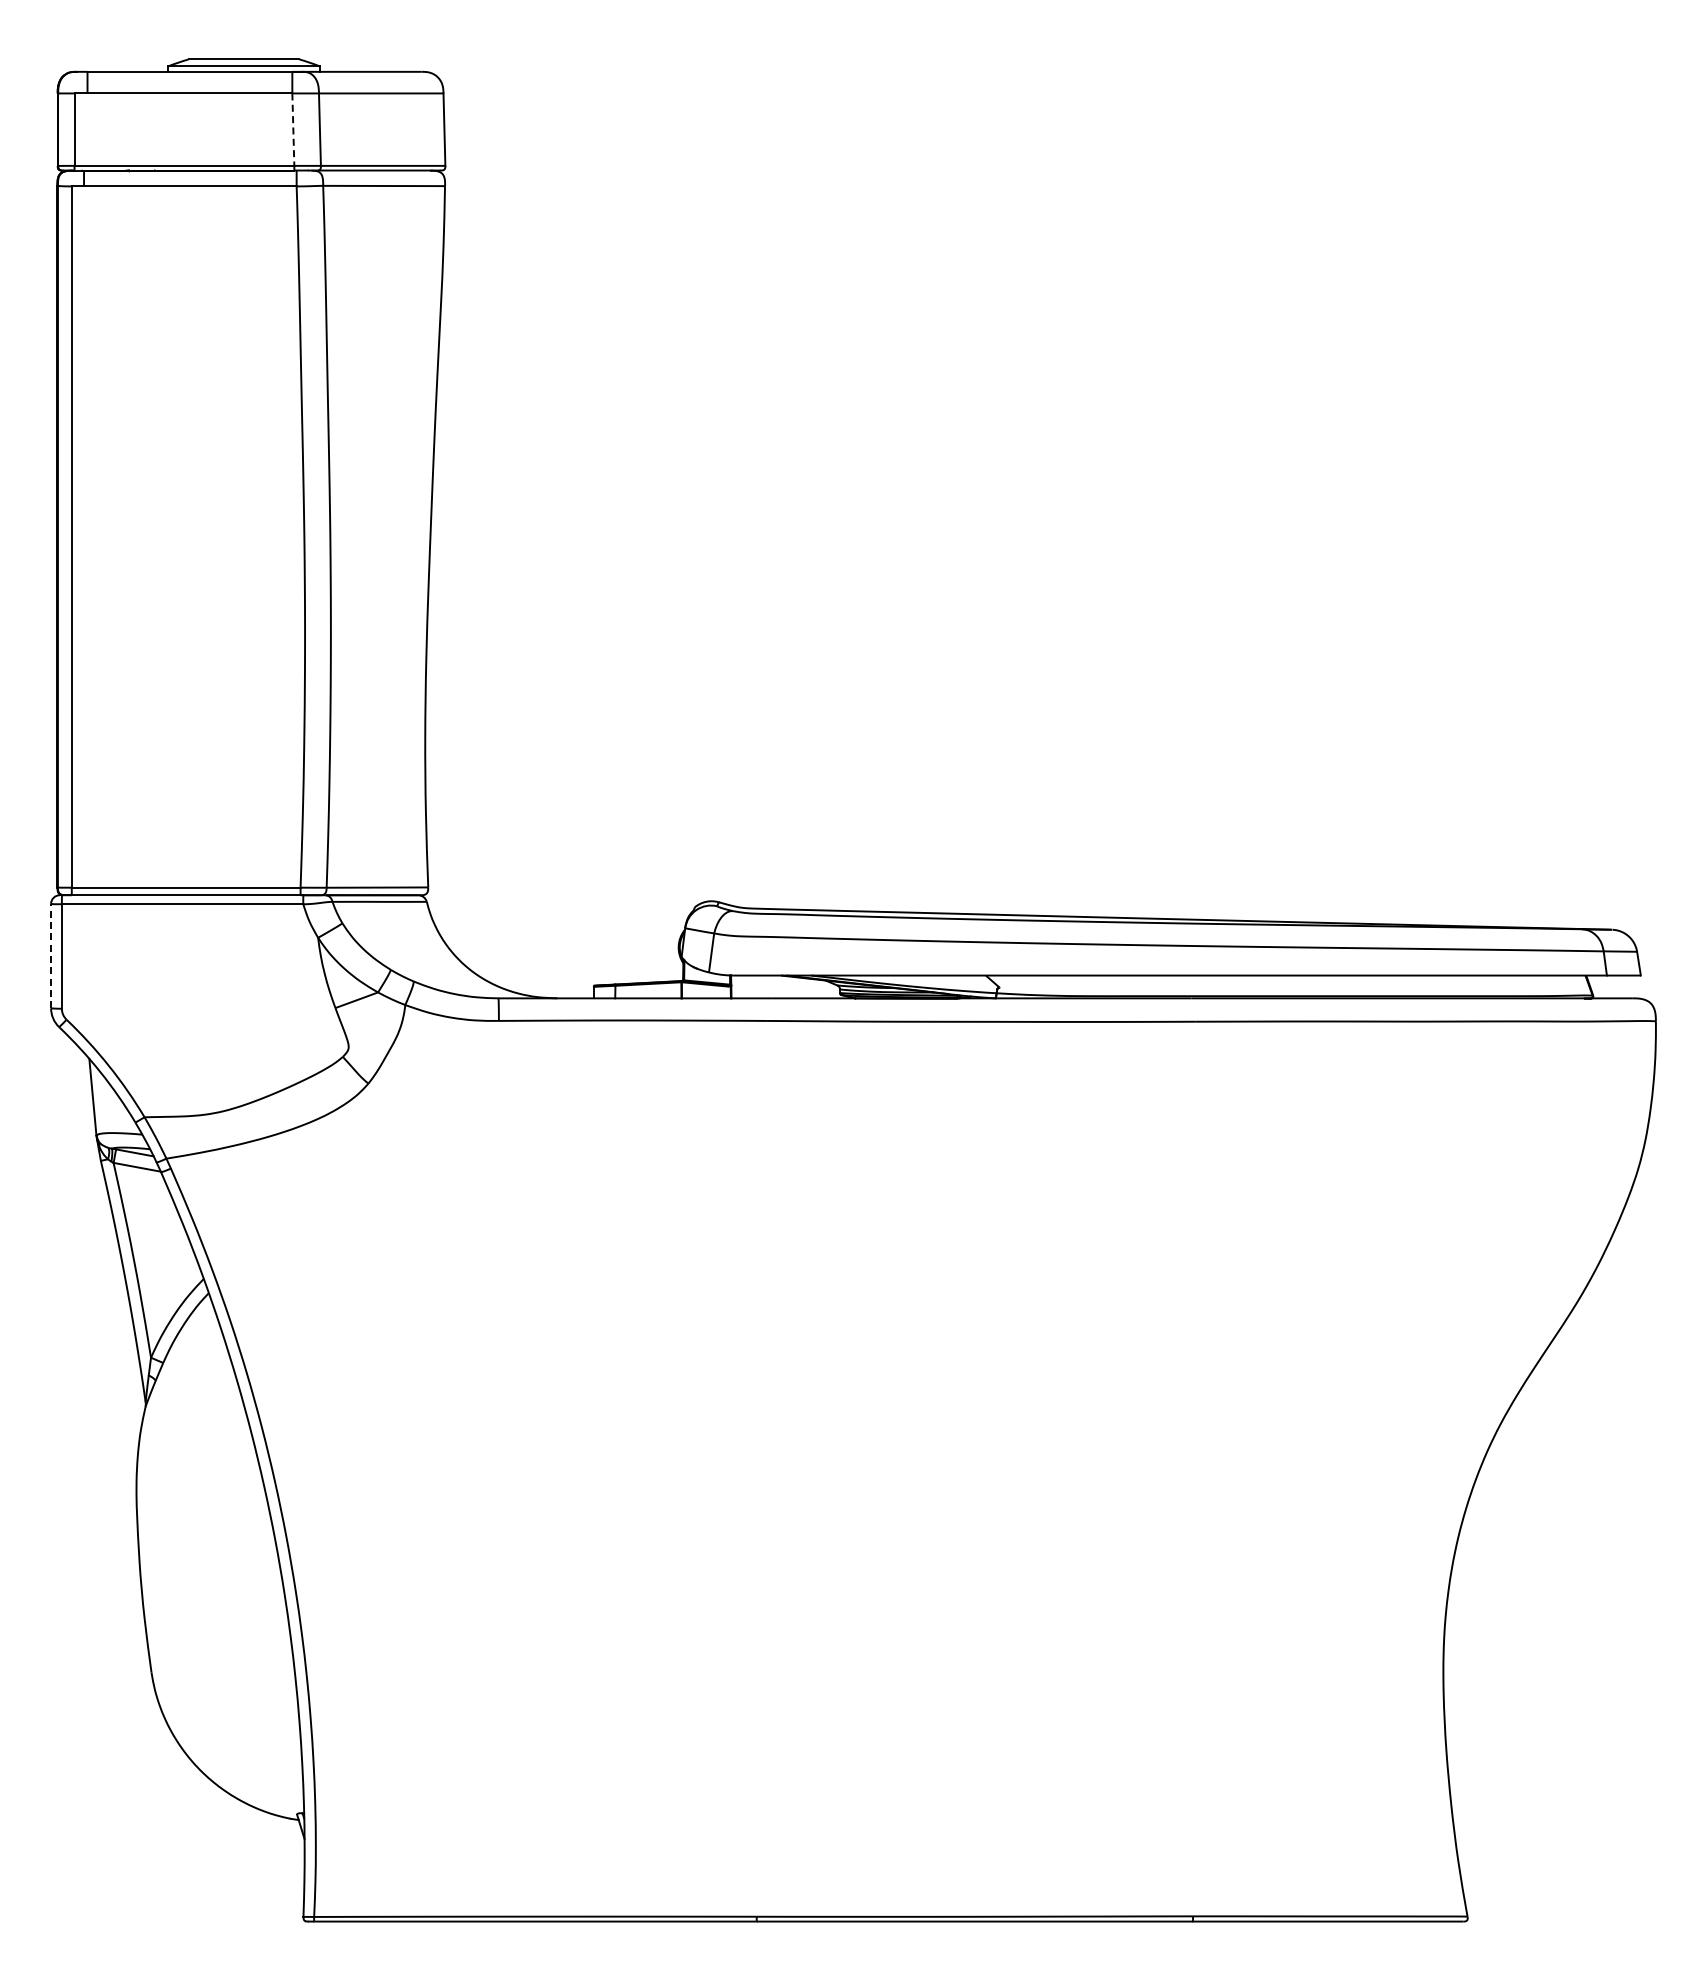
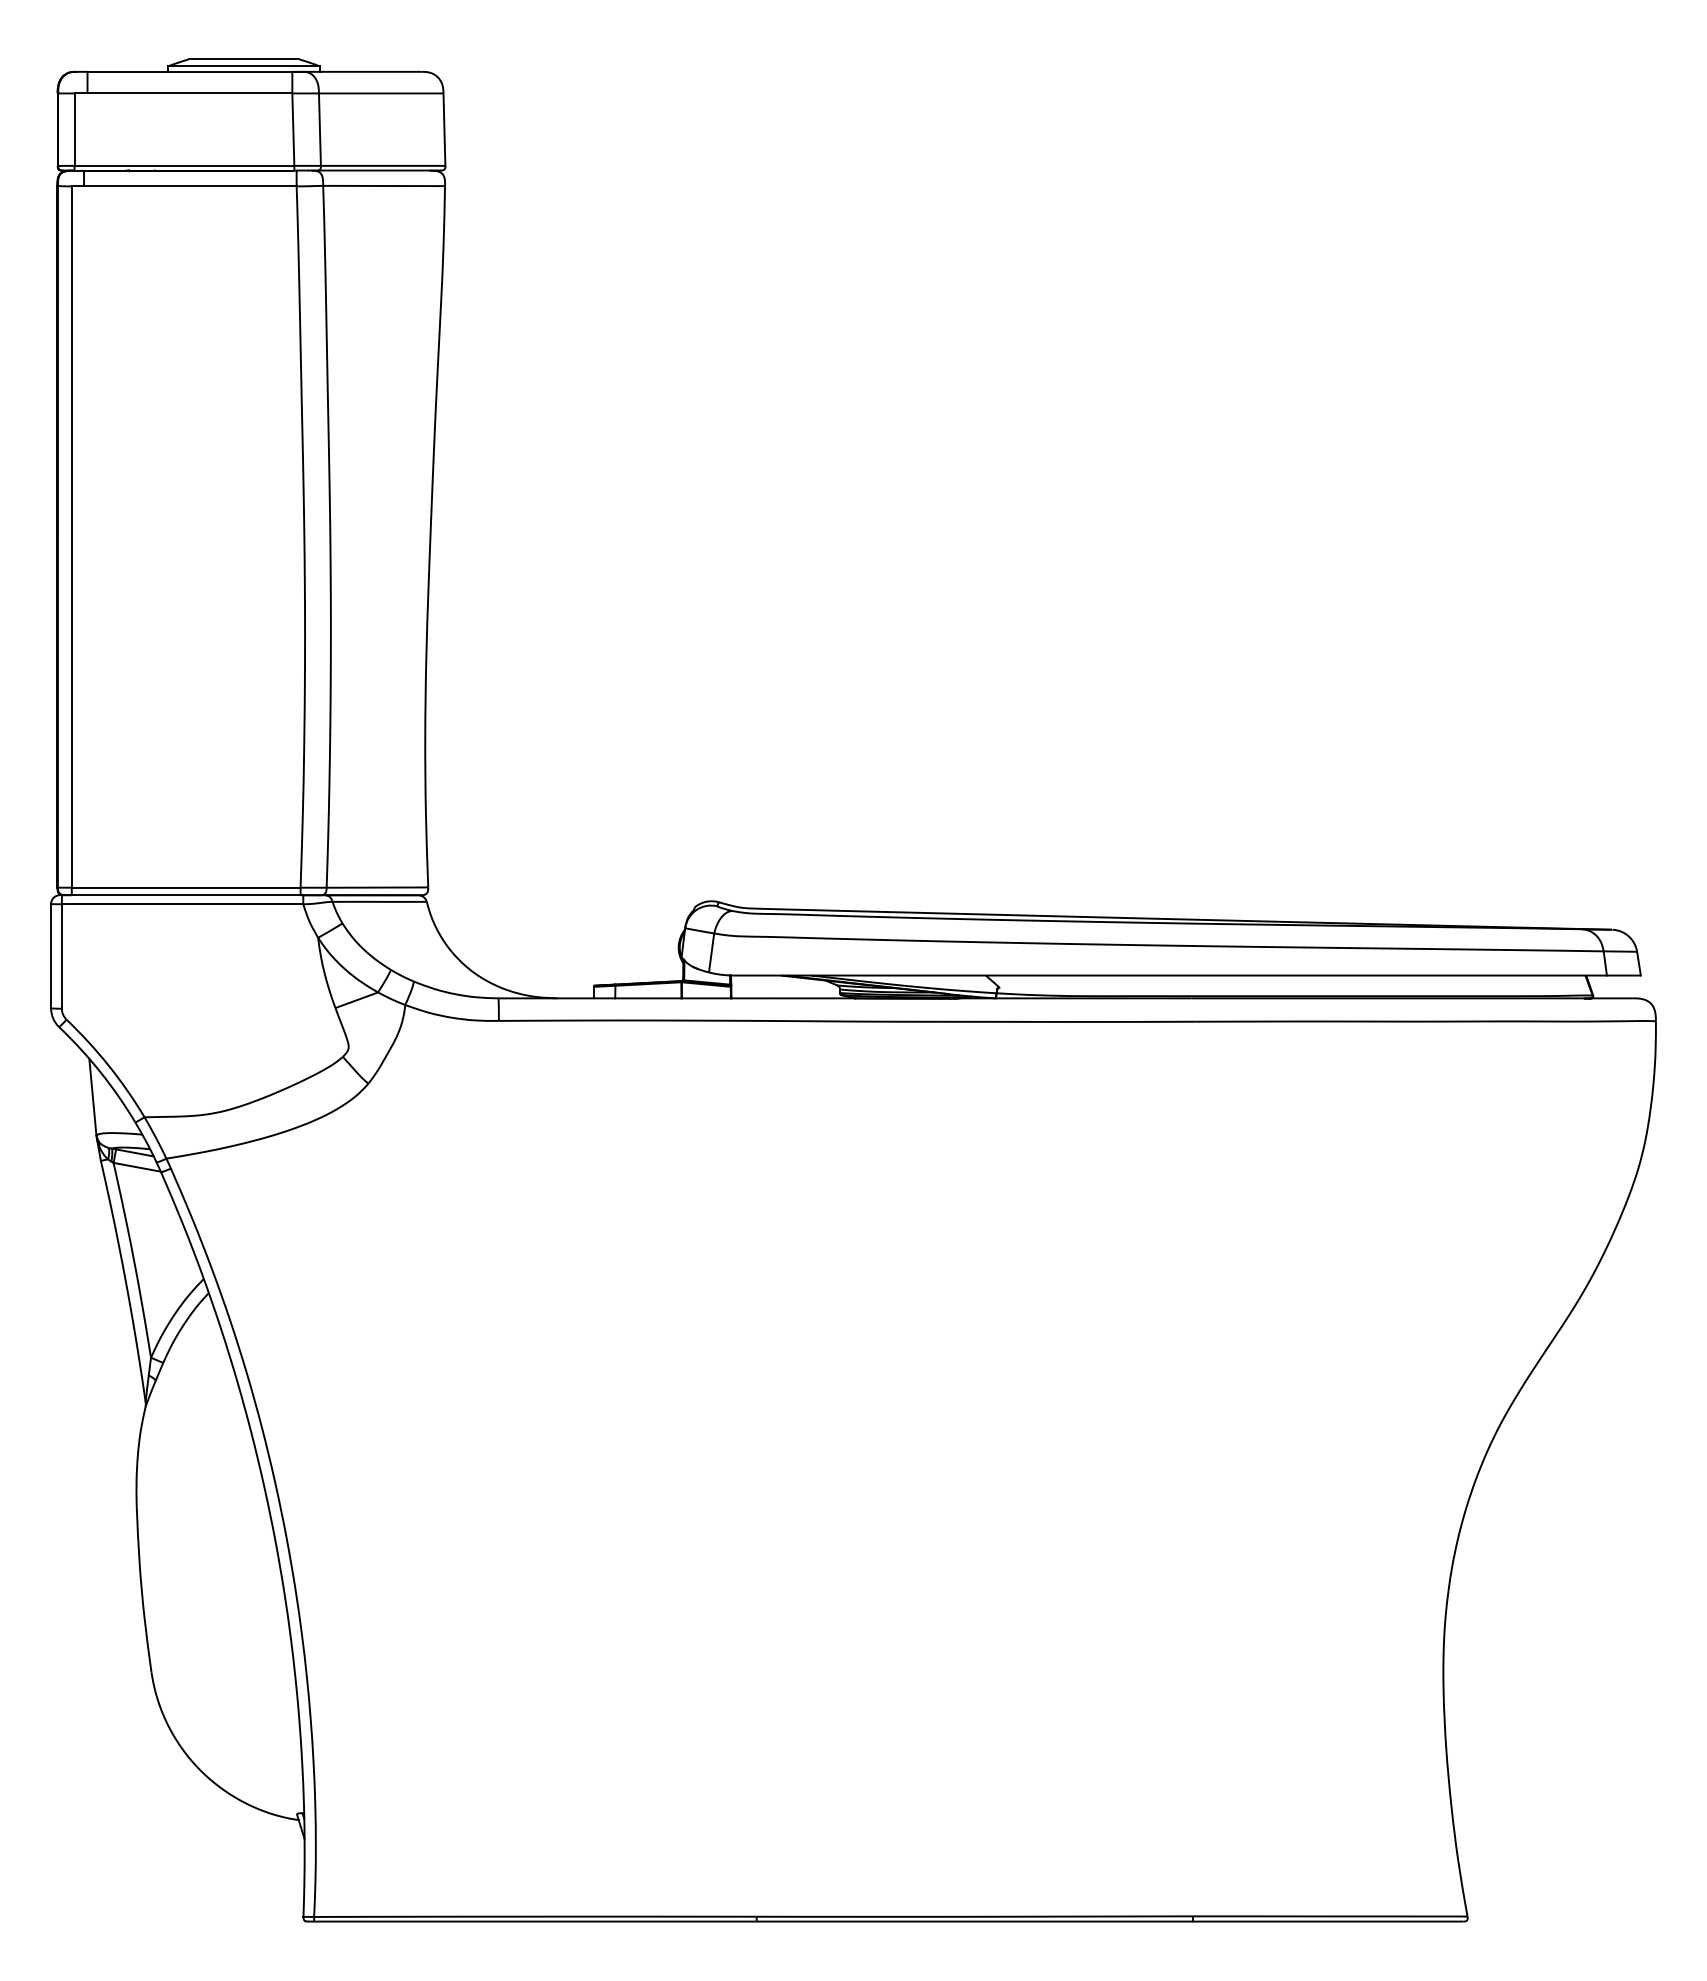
line at (293, 130): dashed -> solid
line at (51, 955): dashed -> solid
